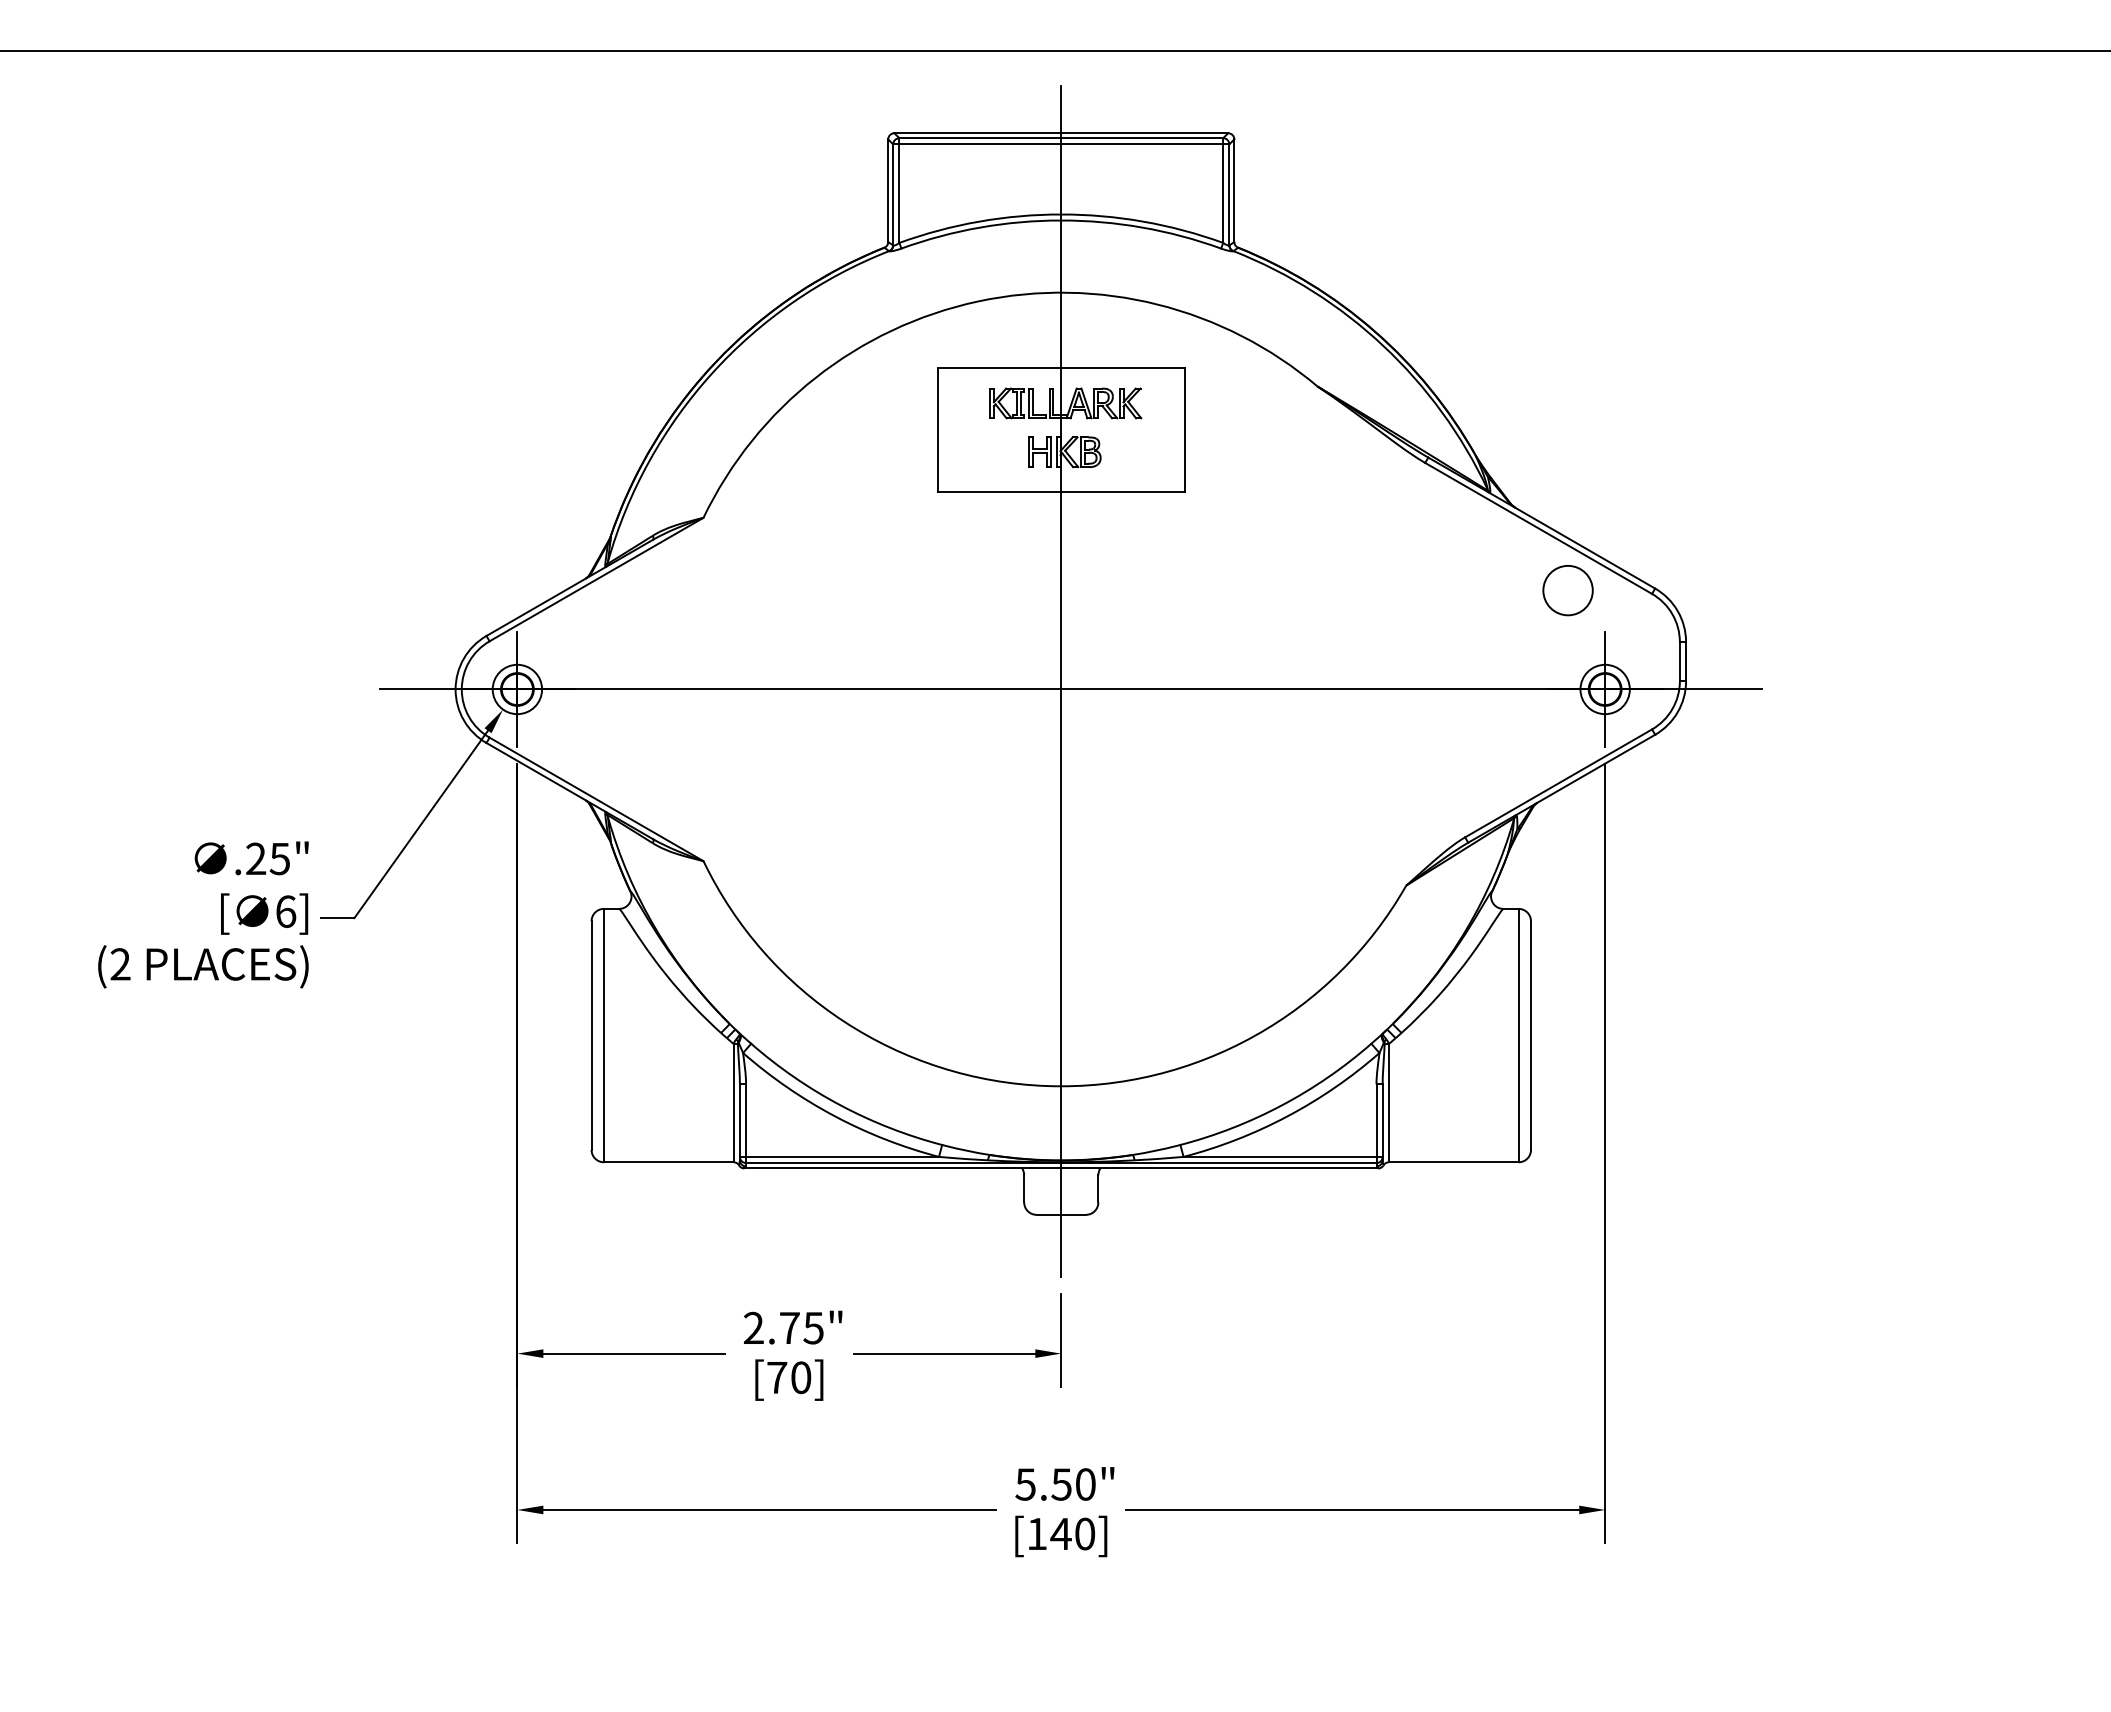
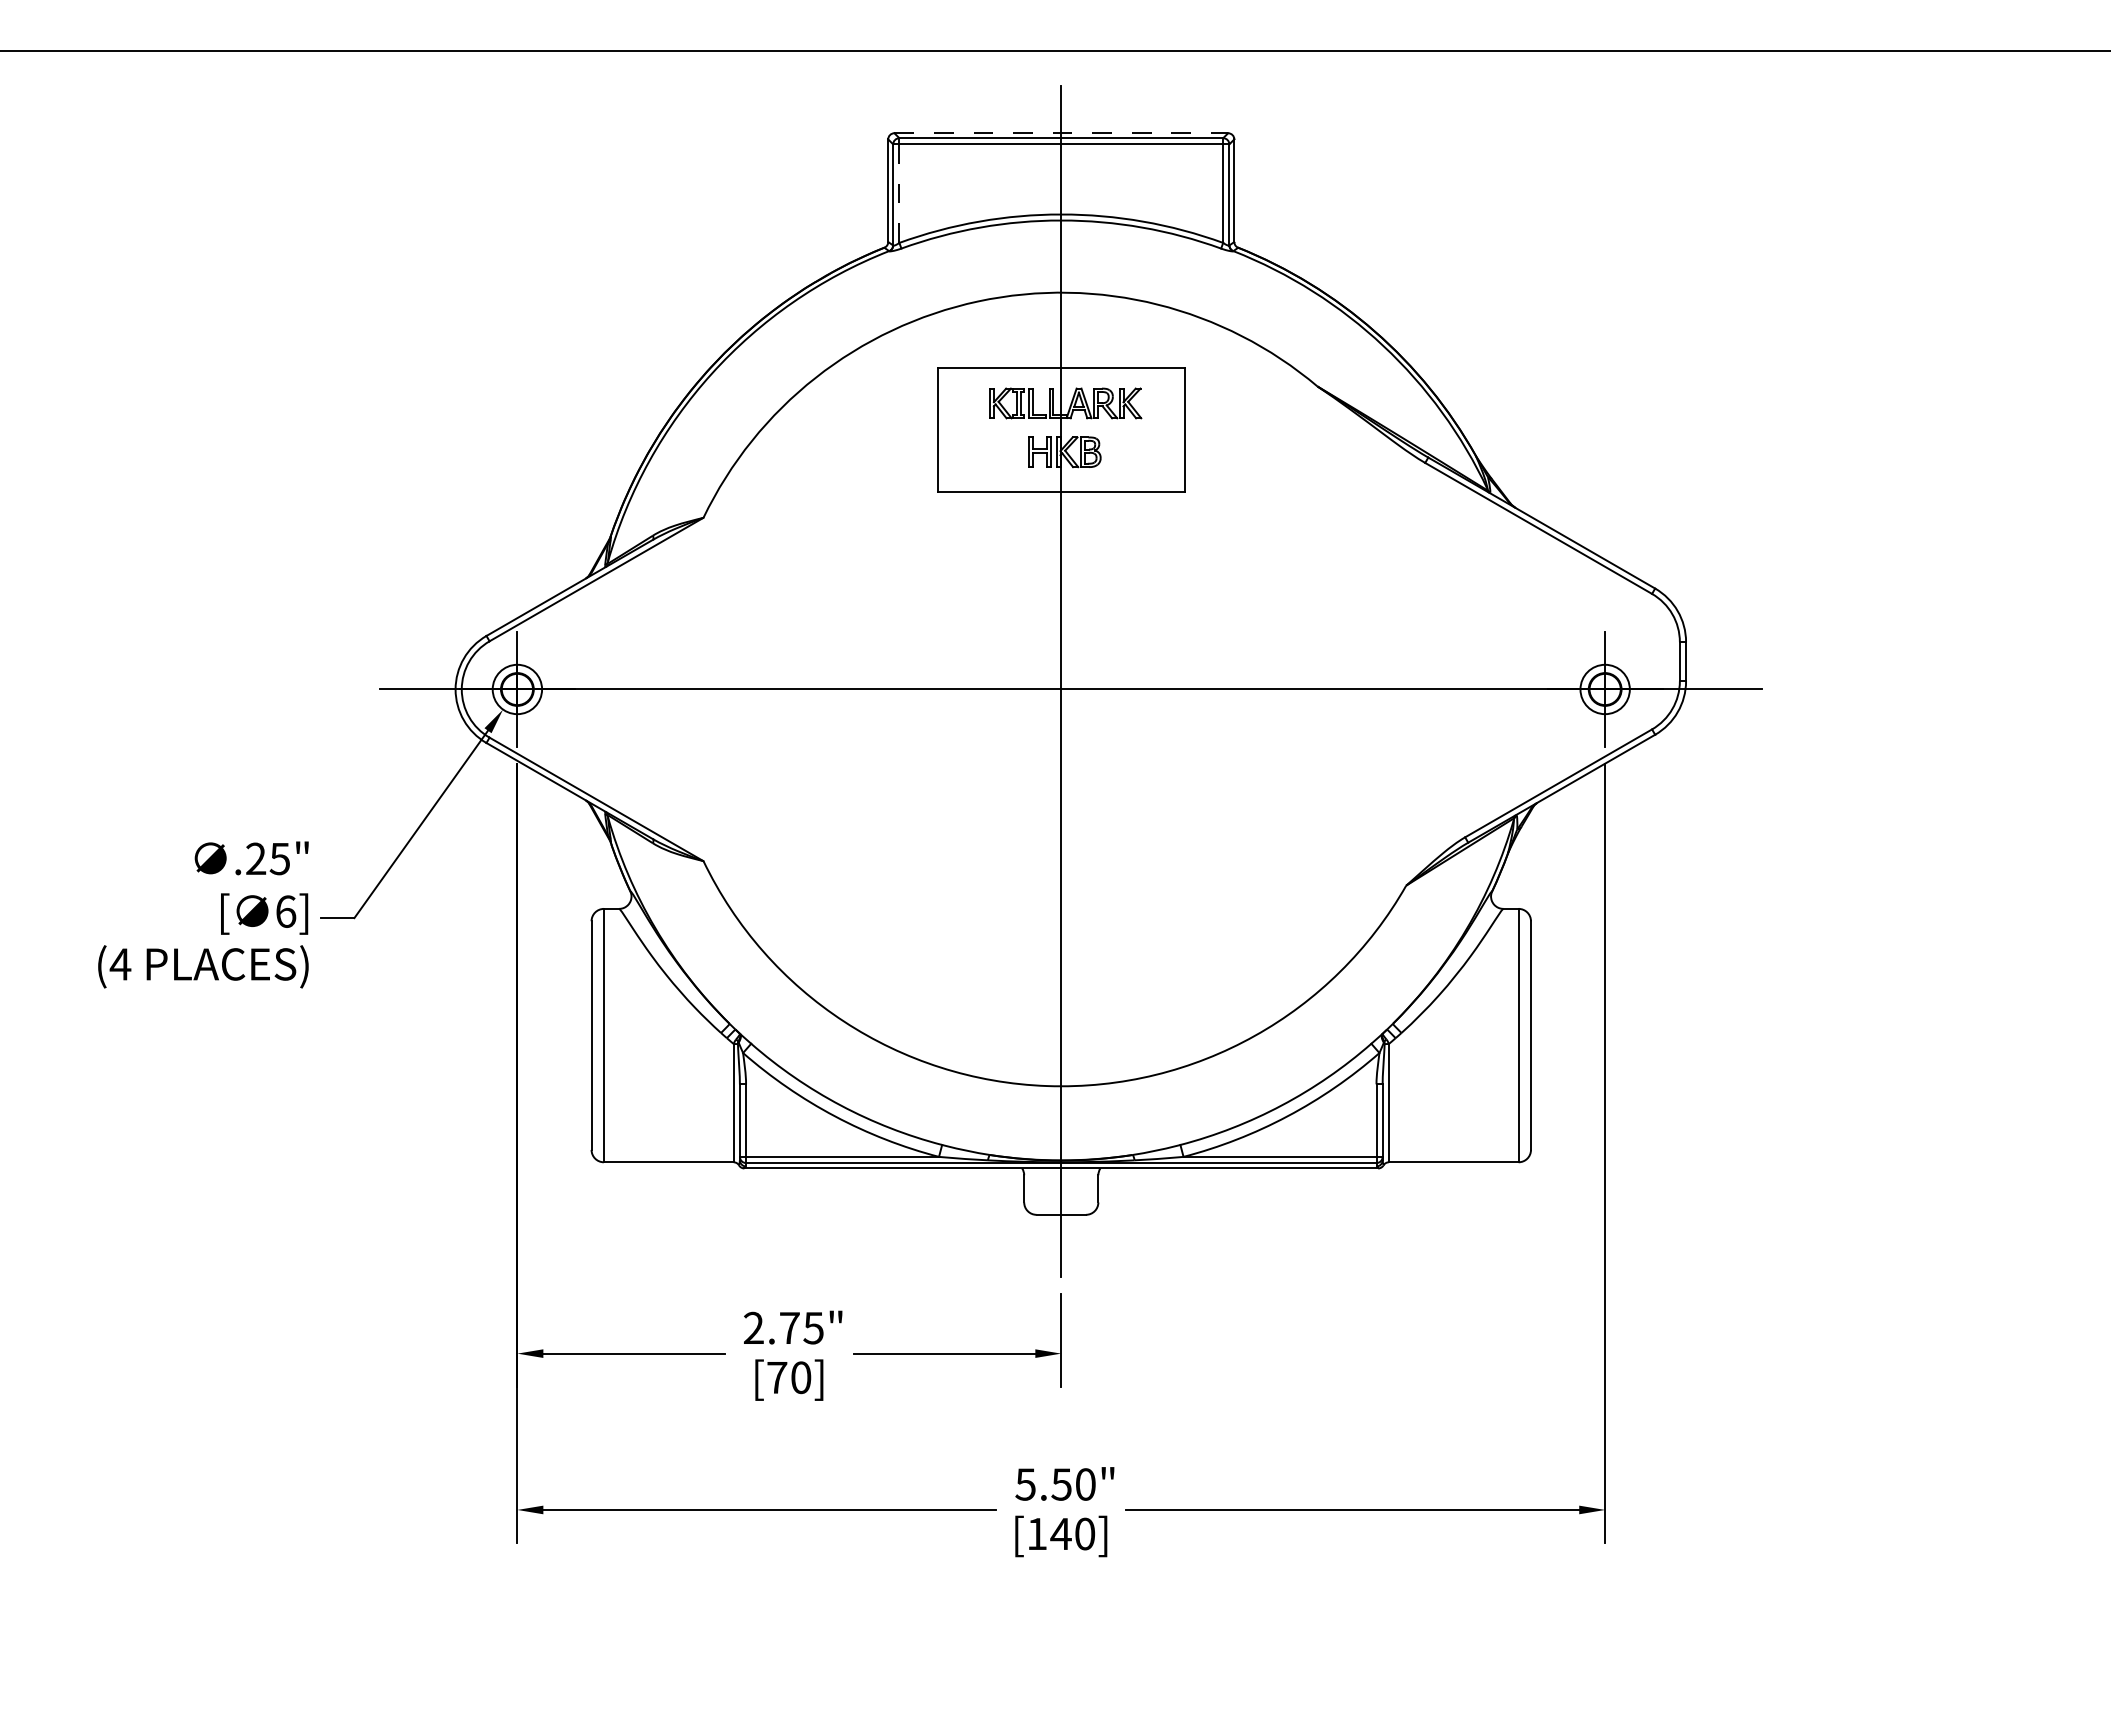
line at (1061, 133): solid -> dashed
line at (899, 193): solid -> dashed
circle at (1567, 590): present -> none
text at (120, 964): (2 -> (4
